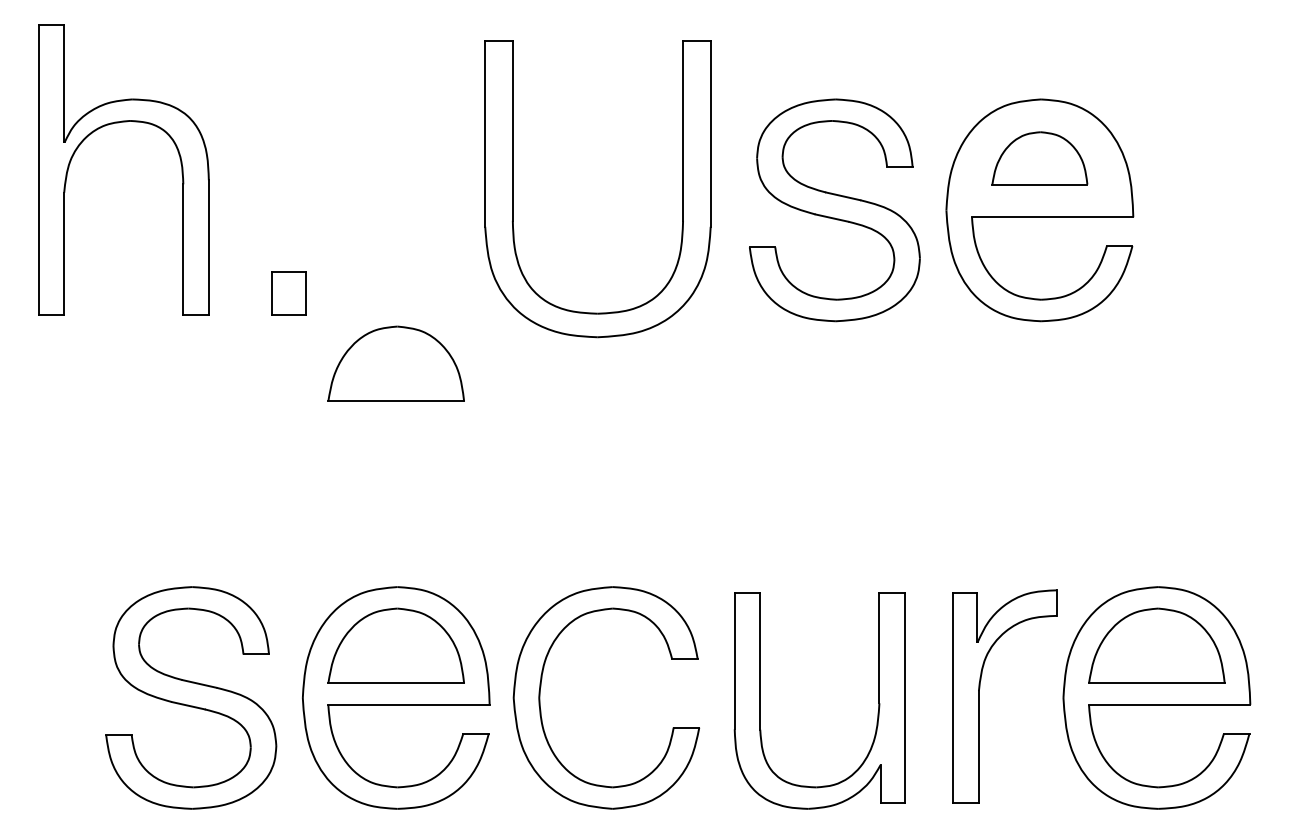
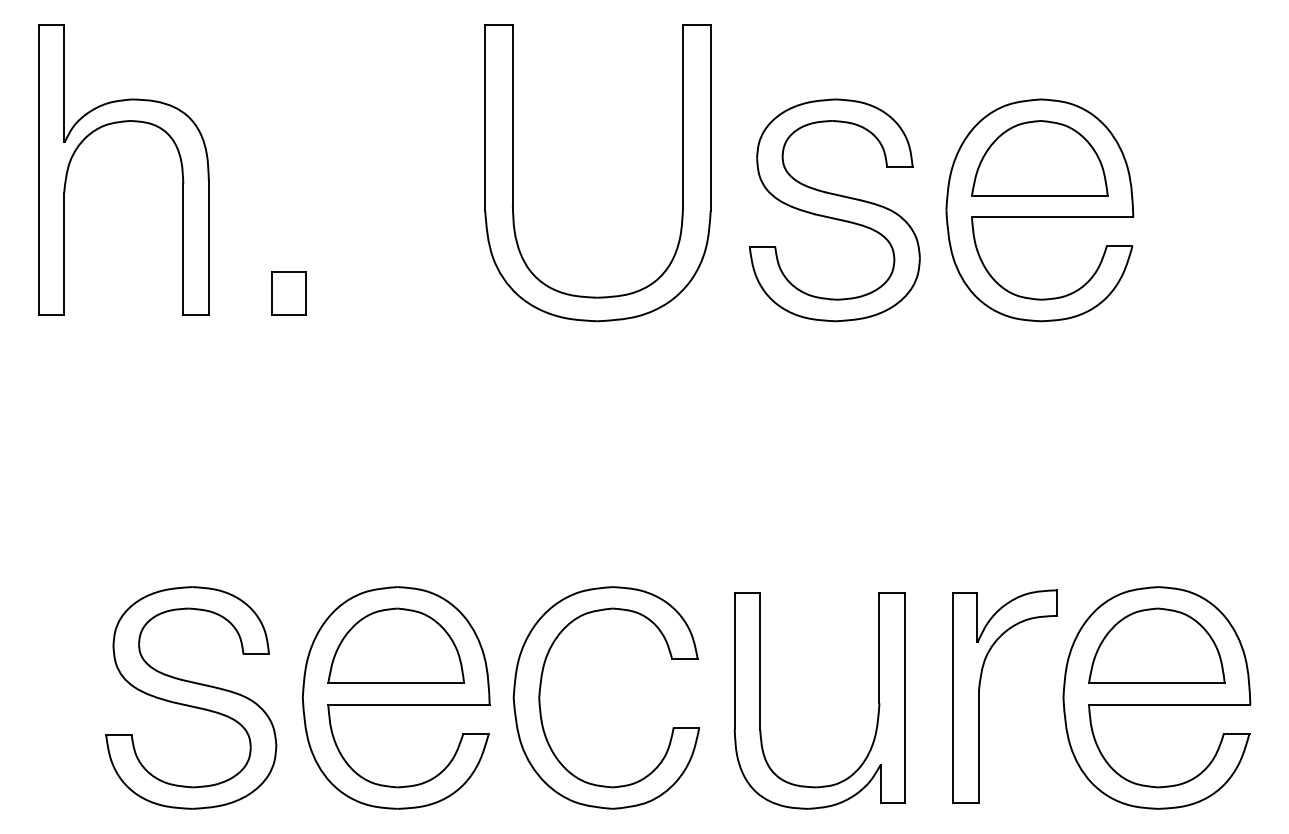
part at (1039, 158) size: 98x55 px -> 138x77 px
part at (513, 189) position: (513, 189) -> (513, 173)
part at (395, 363): present -> none
